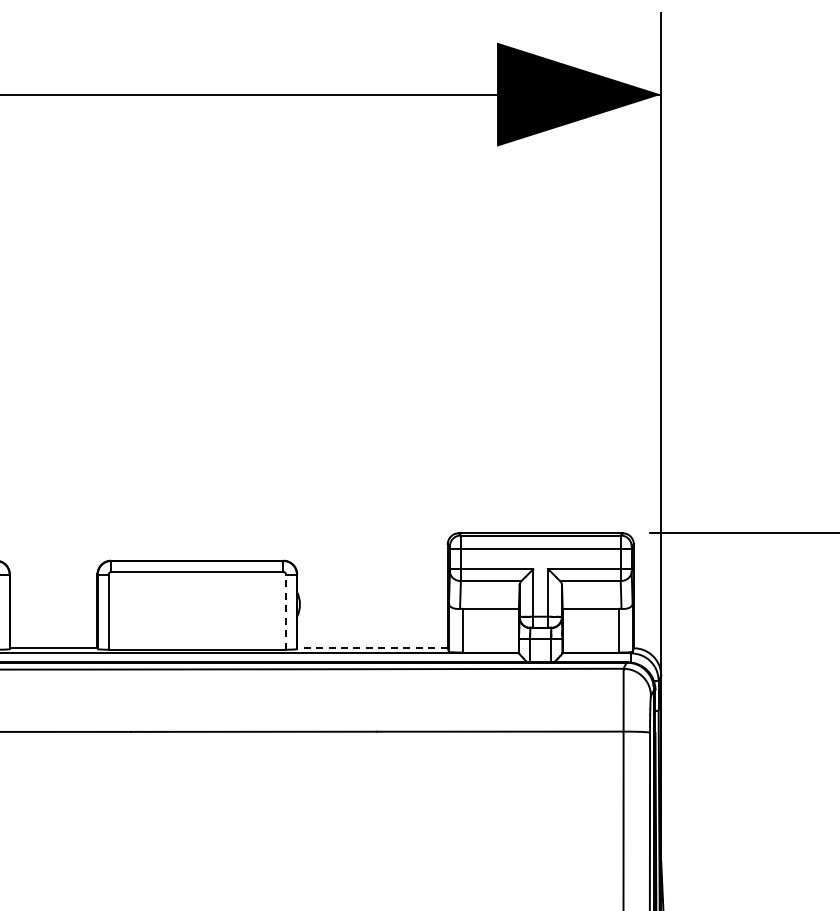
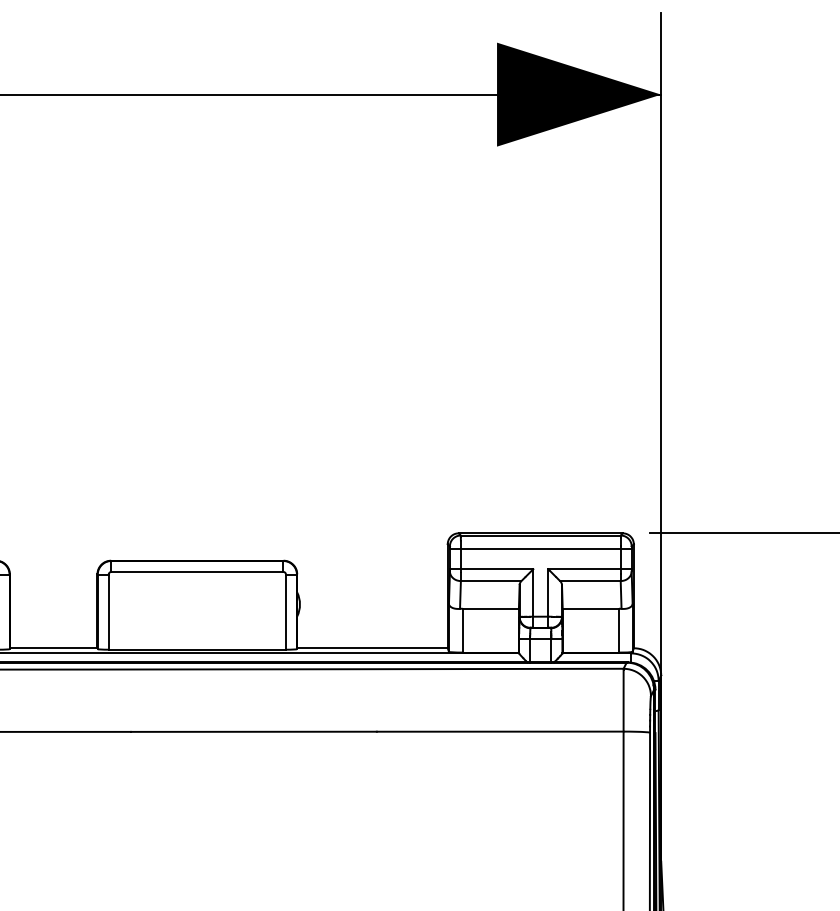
line at (286, 612): dashed -> solid
line at (372, 648): dashed -> solid
